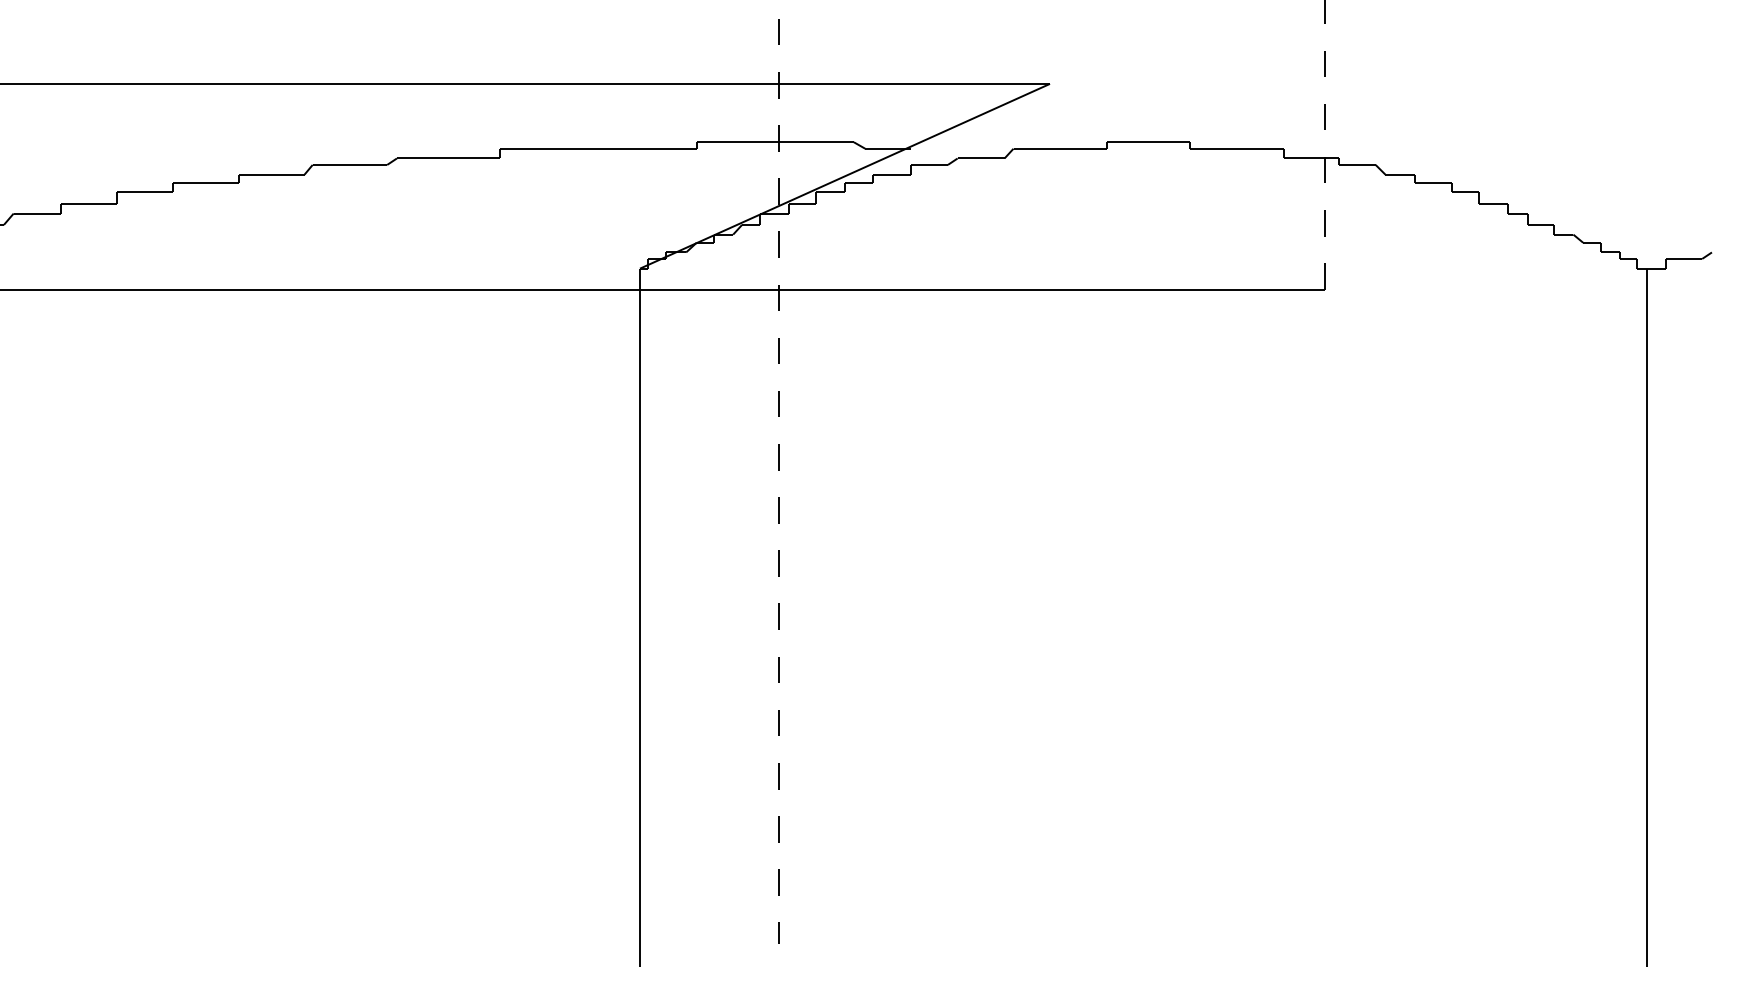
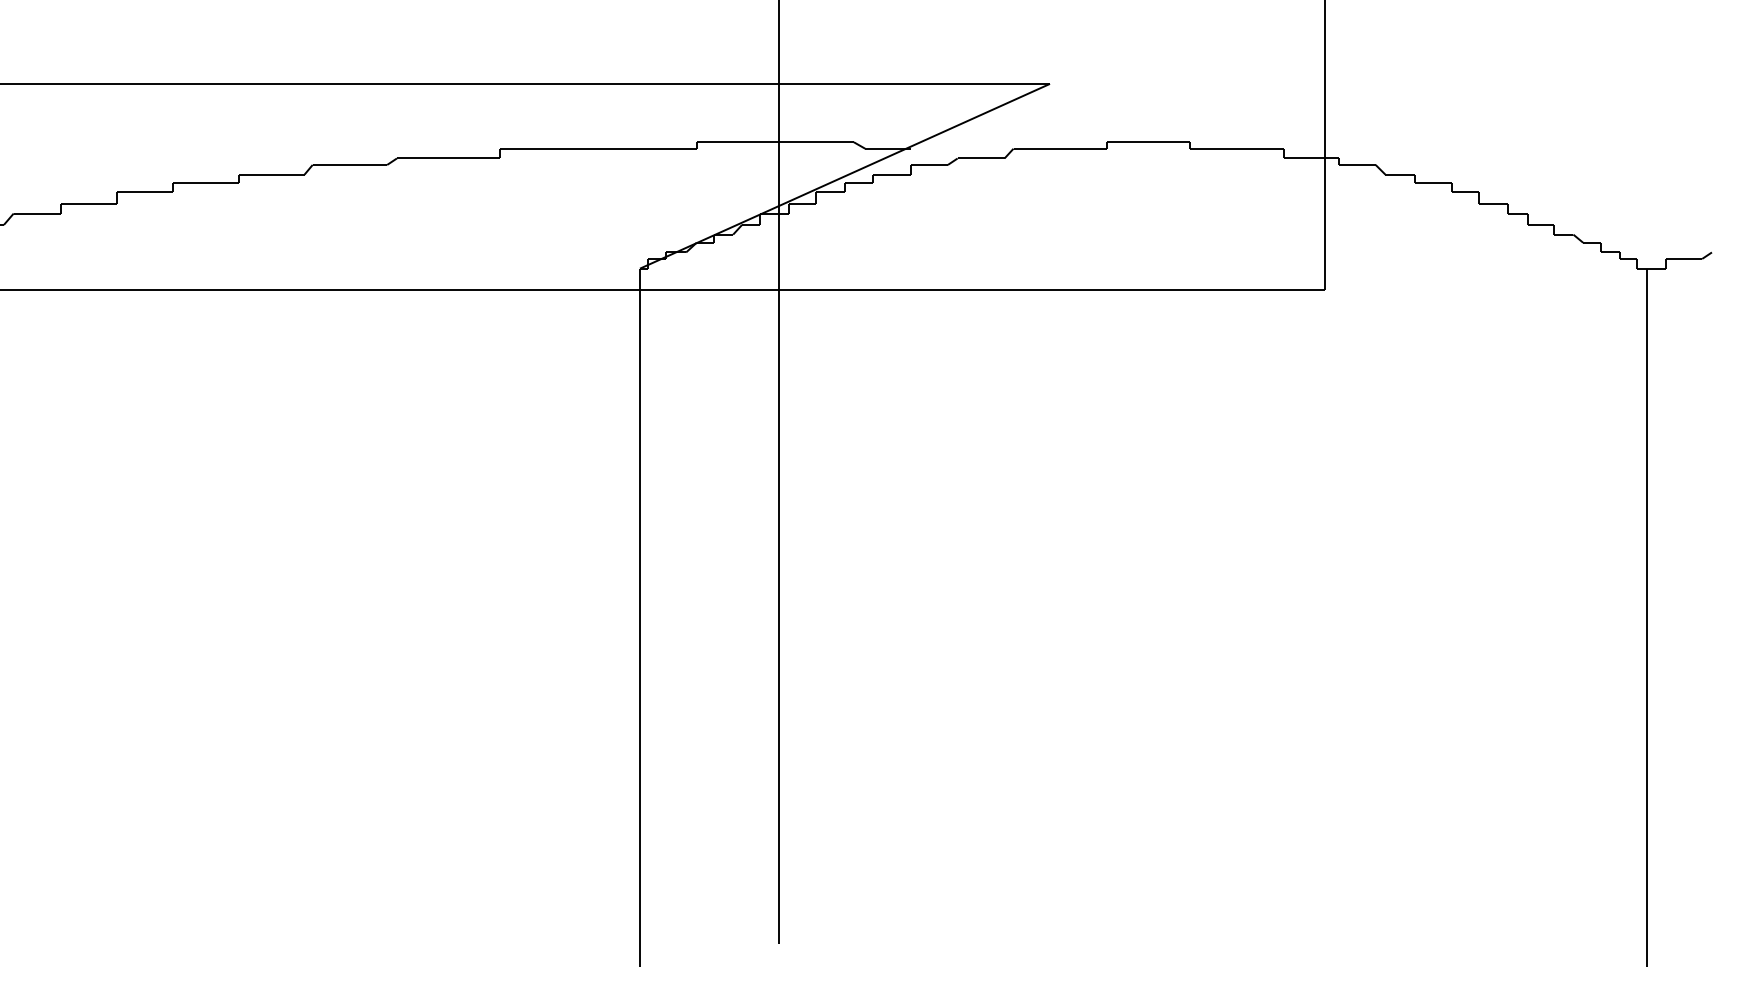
line at (1325, 144): dashed -> solid
line at (779, 472): dashed -> solid
